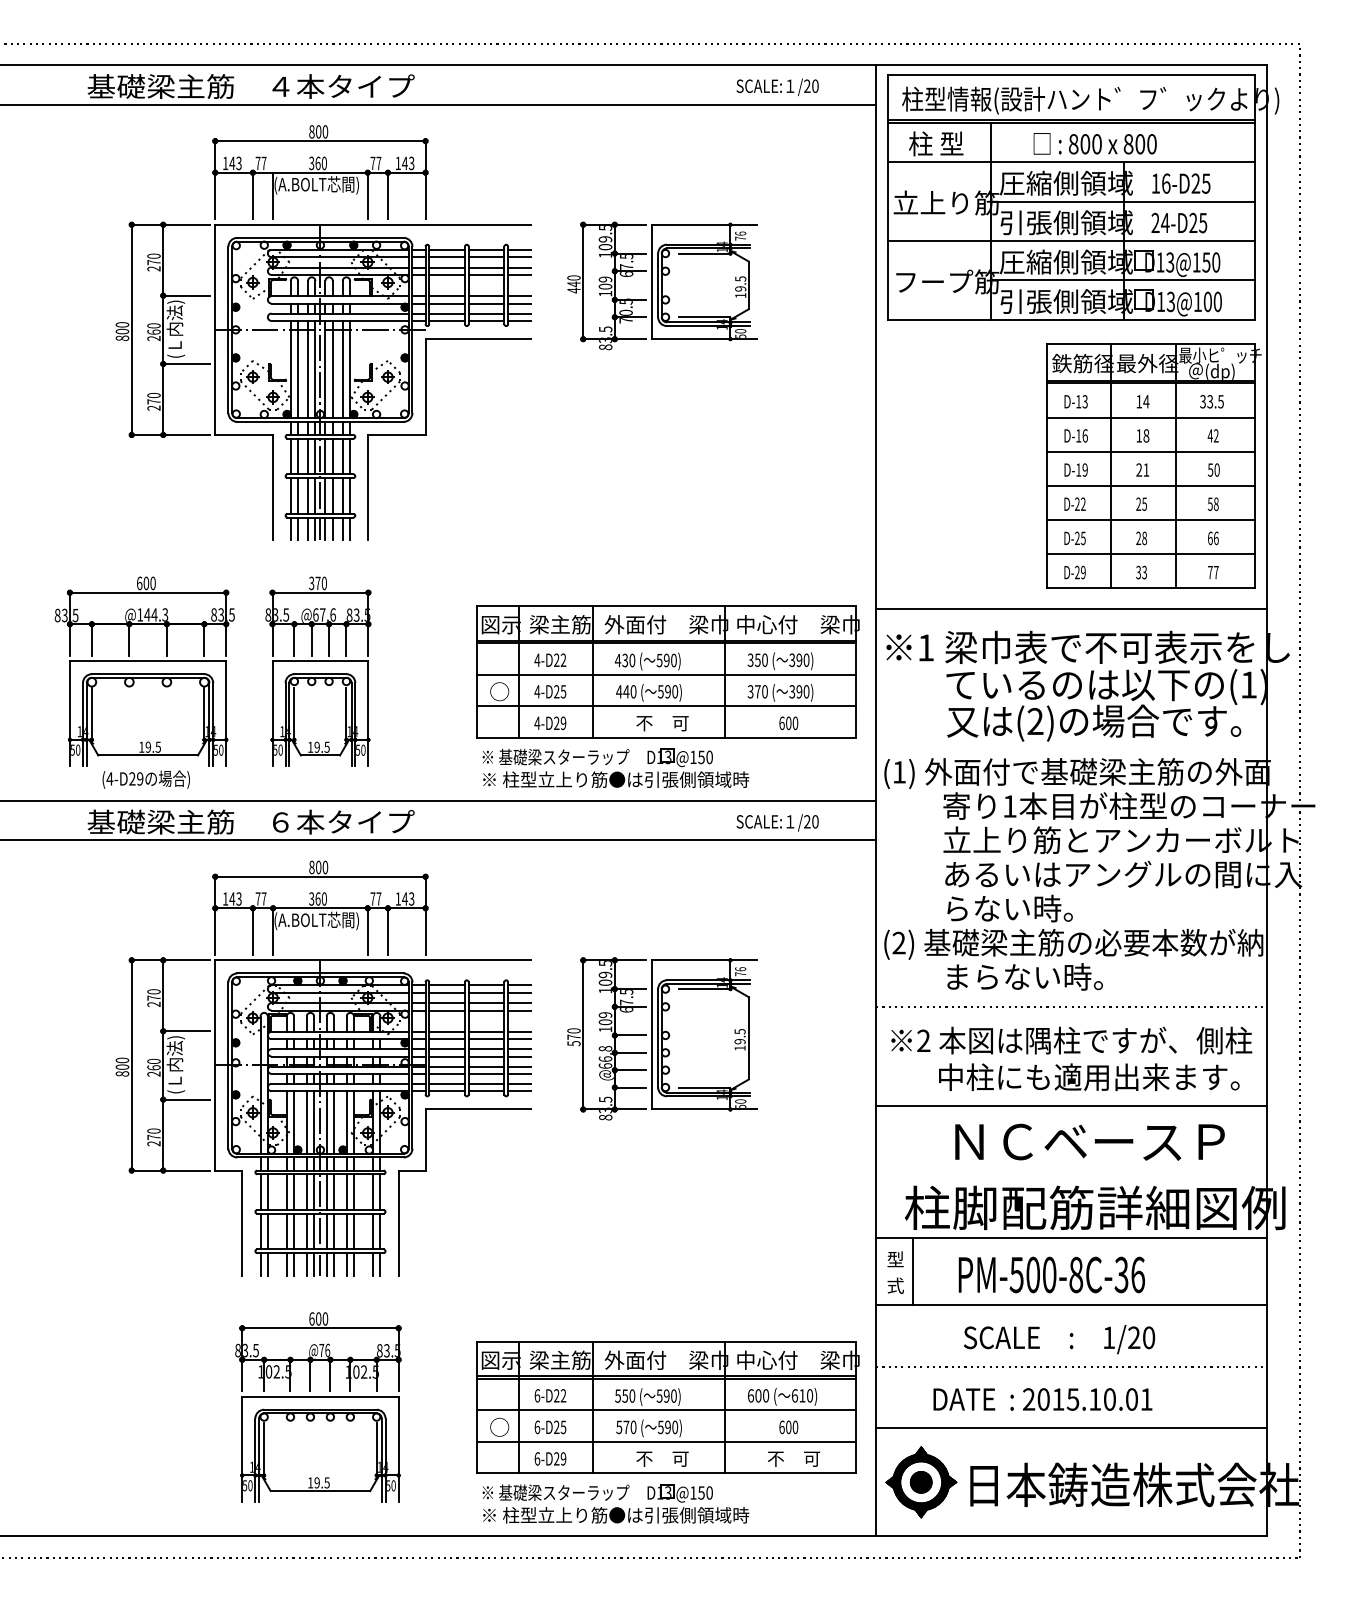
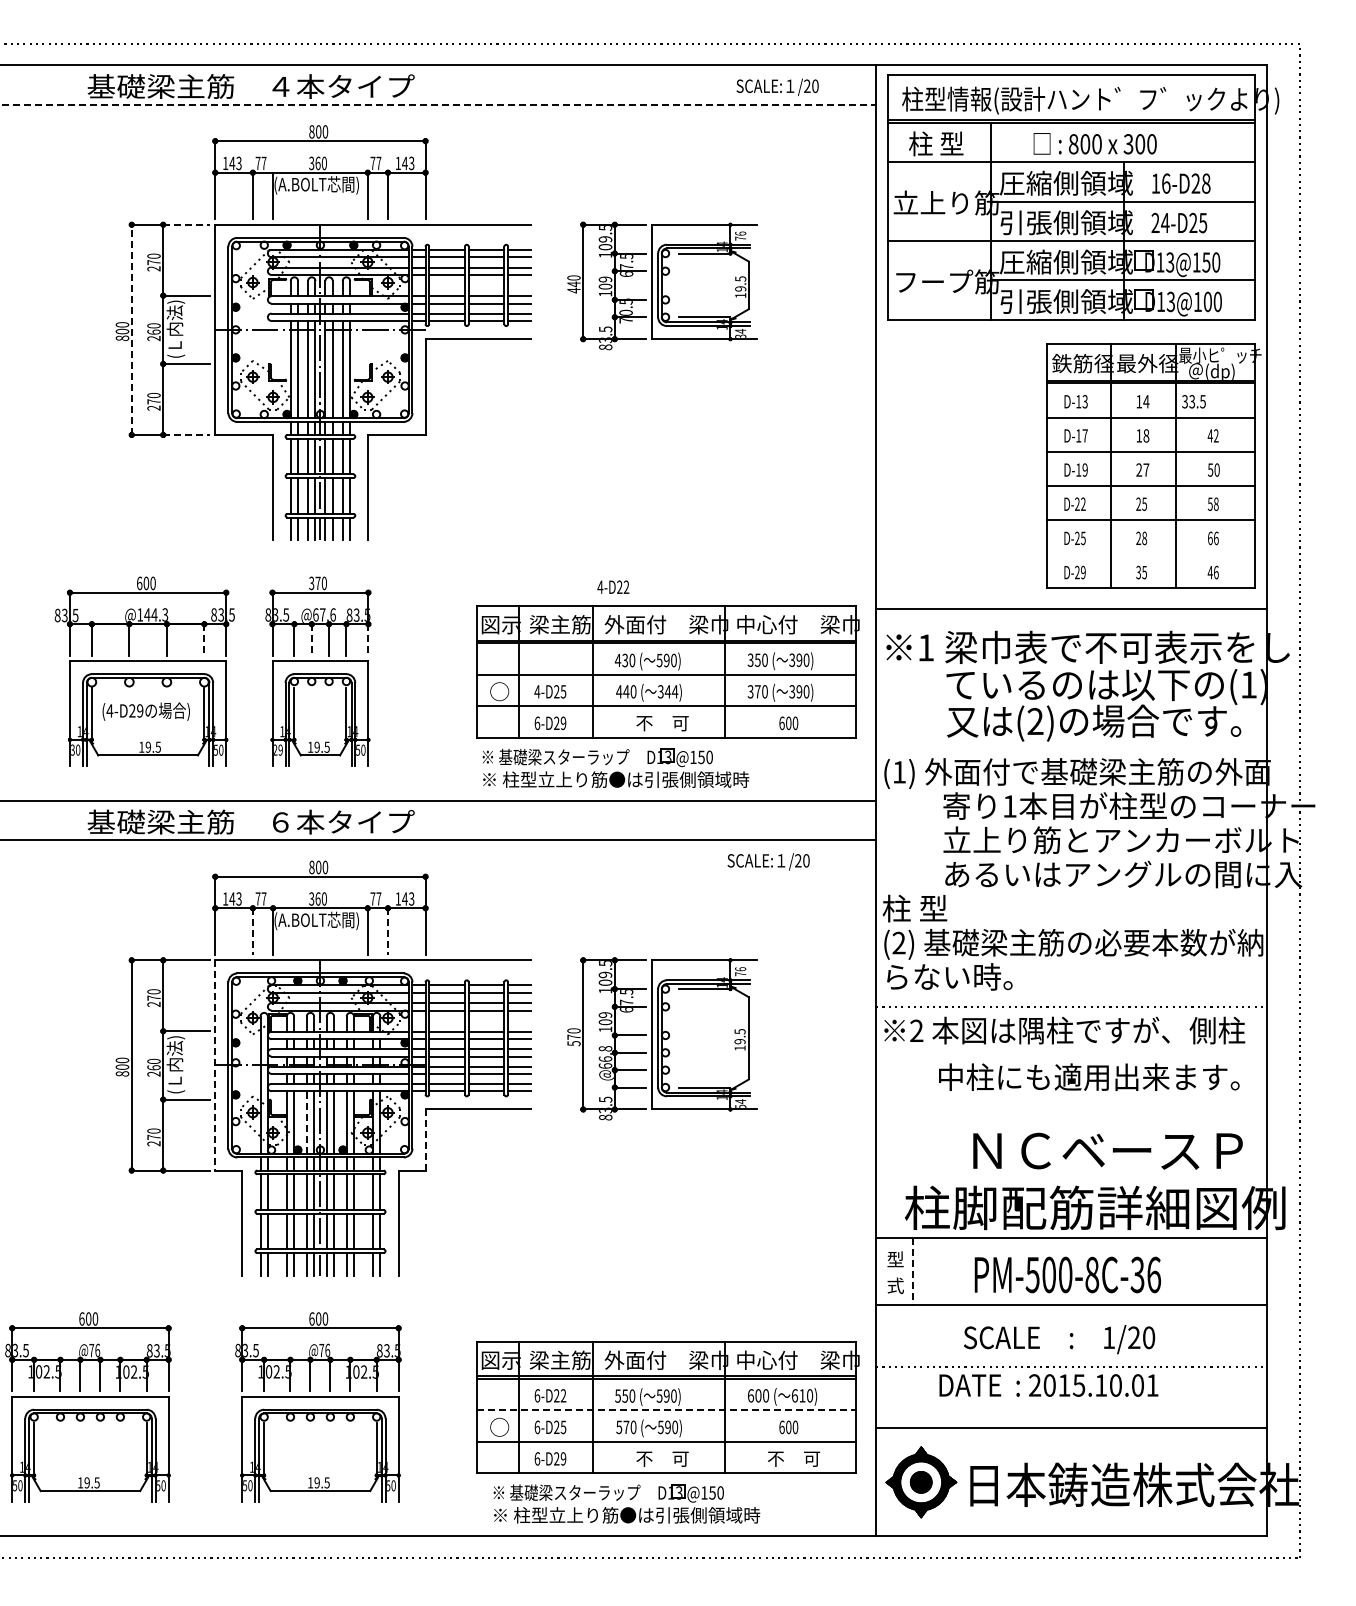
line at (438, 104): solid -> dashed
text at (1128, 144): 800 -> 300
text at (1205, 183): 16-D25 -> 16-D28
line at (187, 224): solid -> dashed
line at (131, 329): solid -> dashed
text at (740, 332): 50 -> 34
text at (1211, 401) position: (1211, 401) -> (1193, 401)
line at (187, 434): solid -> dashed
text at (1084, 435): D-16 -> D-17
text at (1146, 469): 21 -> 27
line at (1150, 554): present -> none
text at (1144, 571): 33 -> 35
text at (1212, 572): 77 -> 46
line at (204, 639): solid -> dashed
line at (311, 639): solid -> dashed
line at (368, 639): solid -> dashed
text at (550, 659) position: (550, 659) -> (613, 586)
text at (668, 691): 590) -> 344)
text at (537, 723): 4-D29 -> 6-D29
text at (72, 749): 50 -> 30
text at (278, 749): 50 -> 29
text at (145, 779) position: (145, 779) -> (145, 711)
text at (777, 822) position: (777, 822) -> (768, 861)
text at (977, 908): らない時。 -> 柱 型
line at (252, 932): solid -> dashed
line at (387, 932): solid -> dashed
text at (994, 976): まらない時。 -> らない時。
text at (1071, 1040) position: (1071, 1040) -> (1064, 1030)
line at (215, 1065): solid -> dashed
text at (740, 1101): 50 -> 54
line at (1071, 1105): present -> none
line at (306, 1121): solid -> dashed
line at (425, 1140): solid -> dashed
text at (1089, 1141) position: (1089, 1141) -> (1107, 1150)
line at (912, 1272): solid -> dashed
text at (1051, 1274) position: (1051, 1274) -> (1067, 1274)
text at (1042, 1399) position: (1042, 1399) -> (1048, 1385)
part at (88, 1407): none -> present
line at (667, 1410): solid -> dashed
part at (615, 1503) position: (615, 1503) -> (626, 1503)
